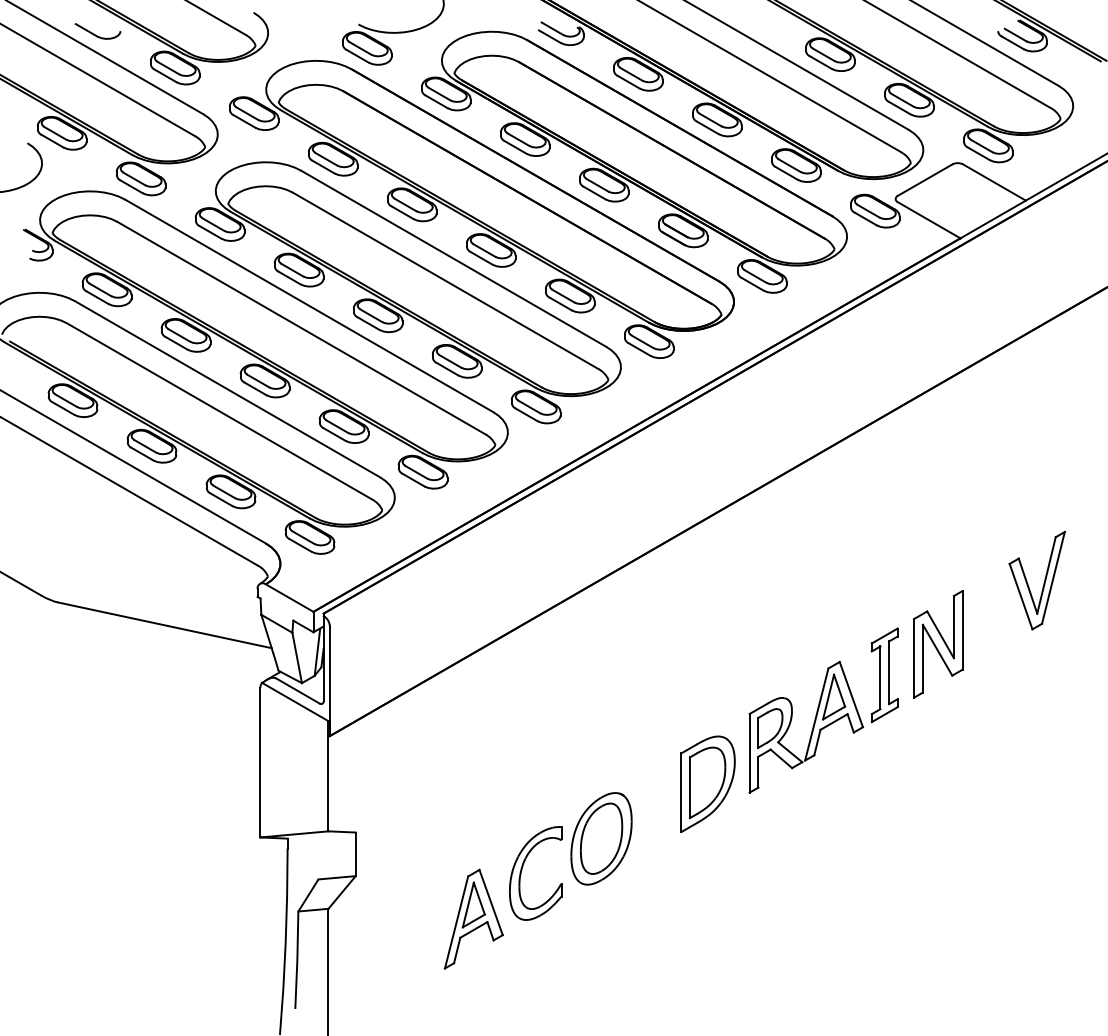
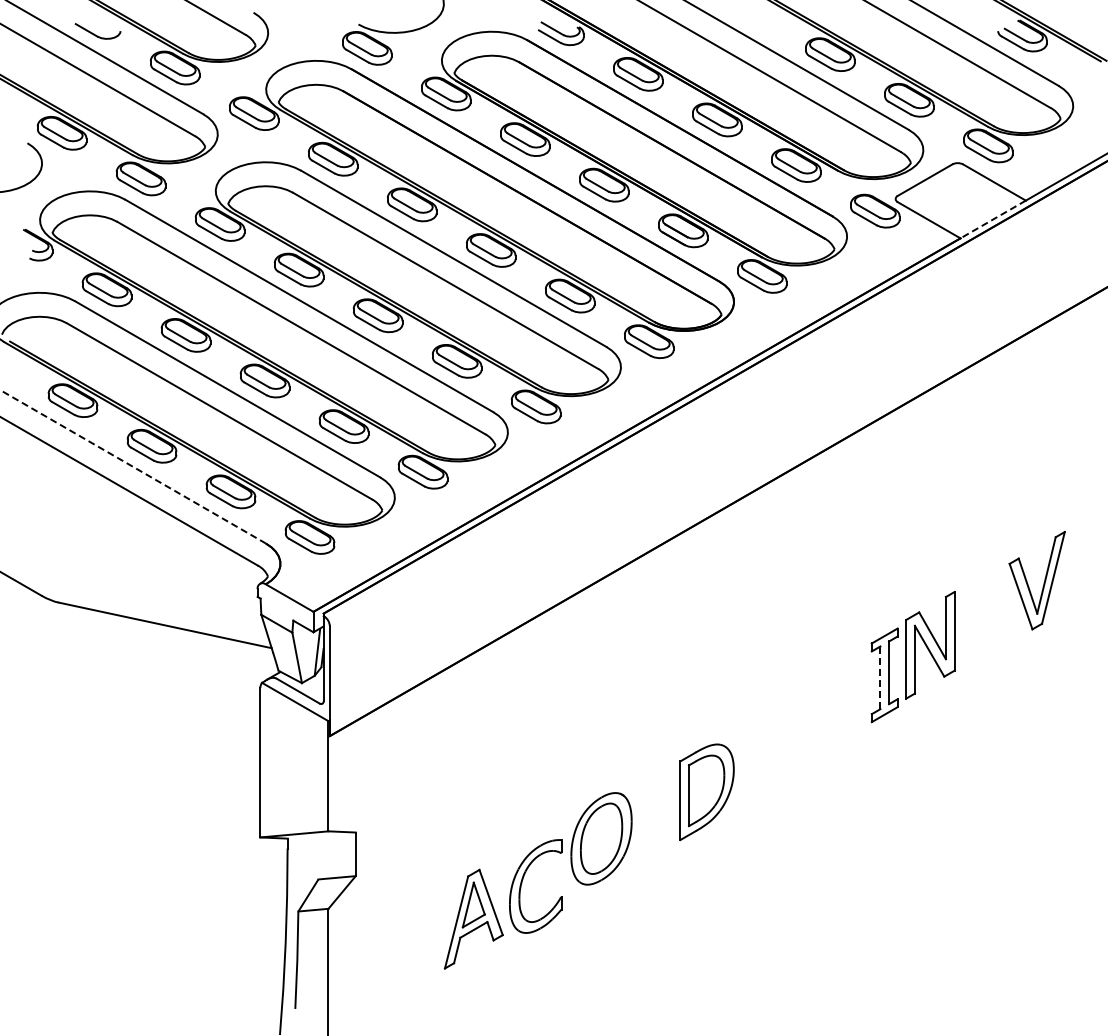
line at (993, 219): solid -> dashed
line at (133, 467): solid -> dashed
part at (938, 644) position: (938, 644) -> (930, 645)
line at (880, 677): solid -> dashed
part at (806, 726): present -> none
part at (707, 784) position: (707, 784) -> (706, 792)
part at (522, 870) position: (522, 870) -> (522, 883)
